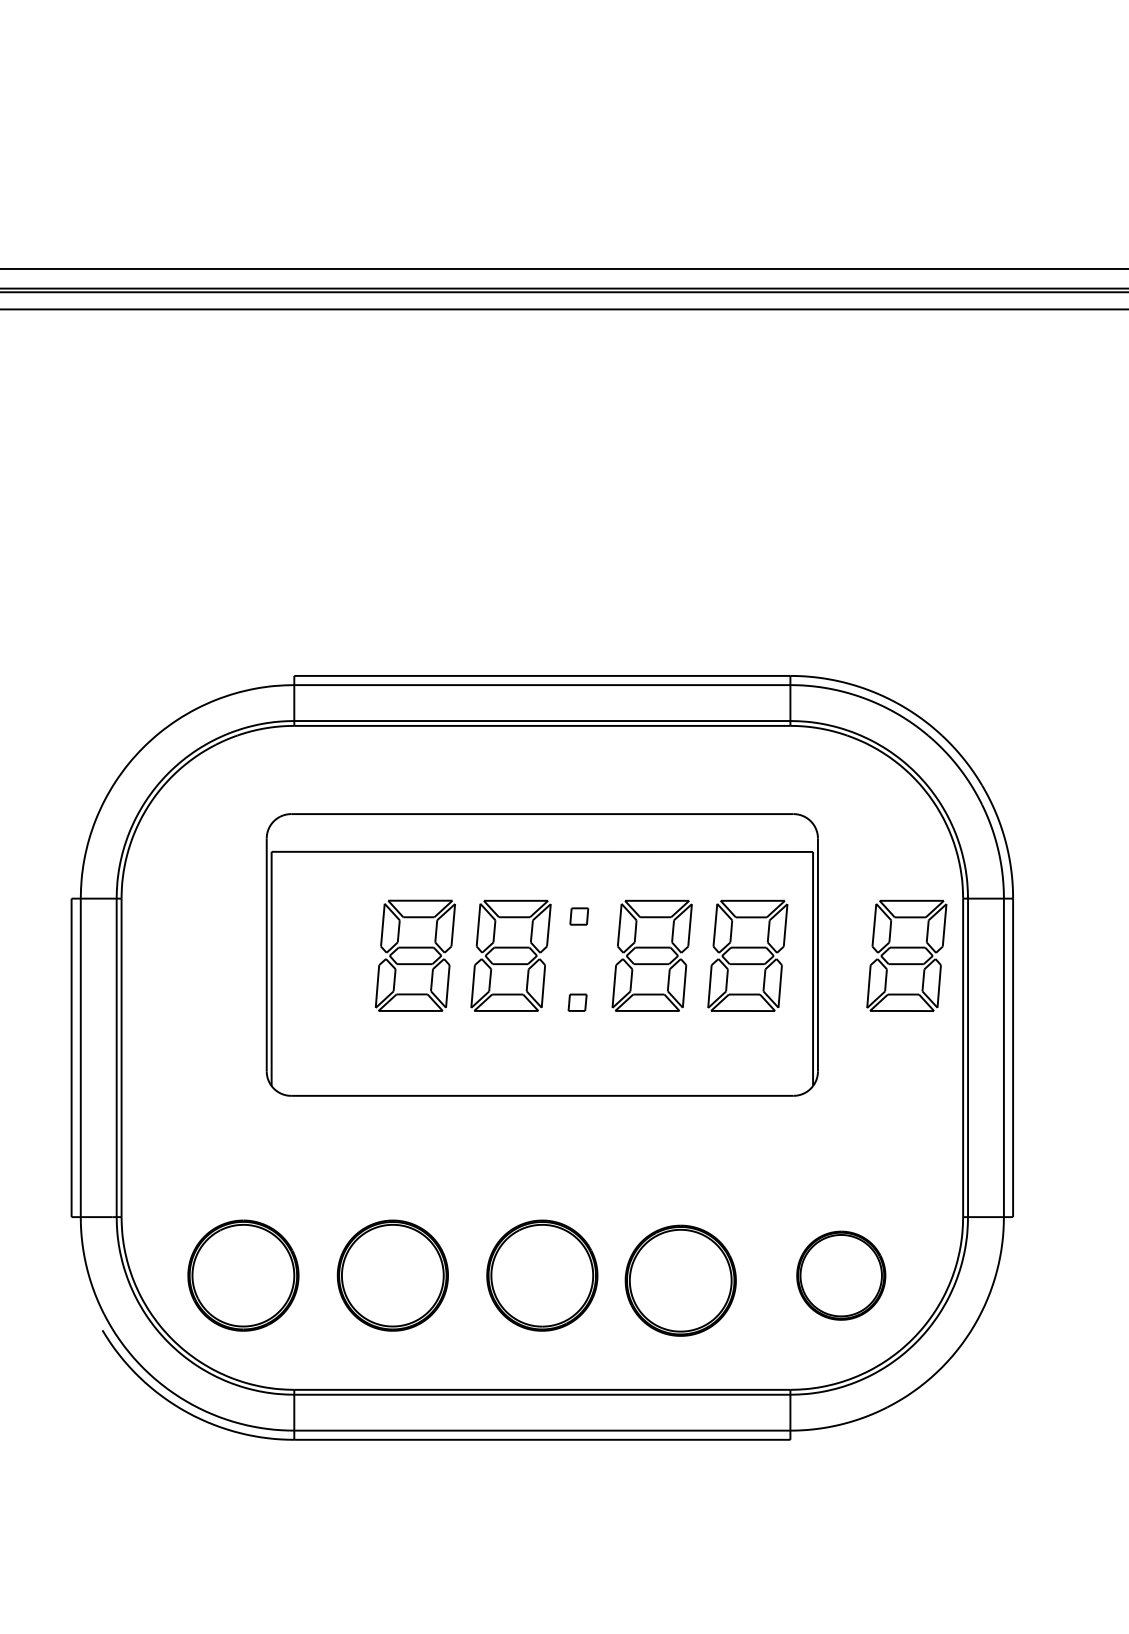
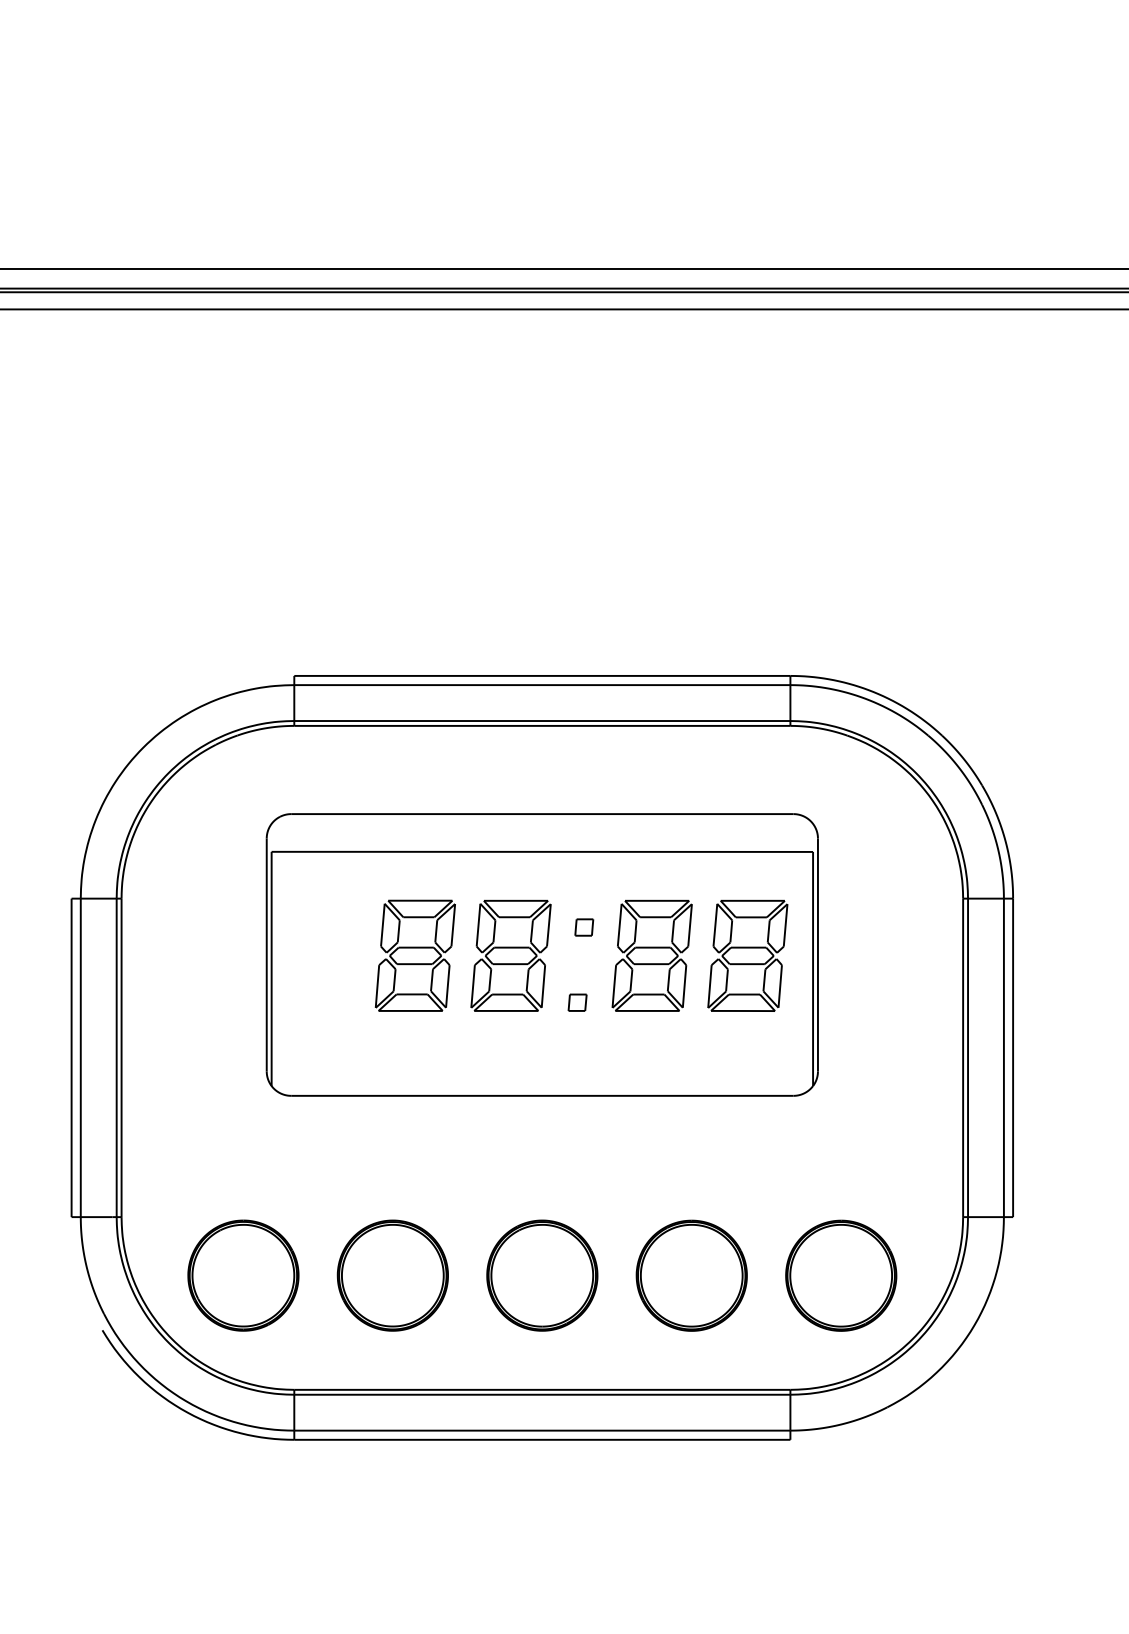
part at (579, 916) position: (579, 916) -> (584, 927)
part at (906, 955): present -> none
part at (841, 1275) size: 91x91 px -> 113x113 px
part at (680, 1280) position: (680, 1280) -> (691, 1275)
